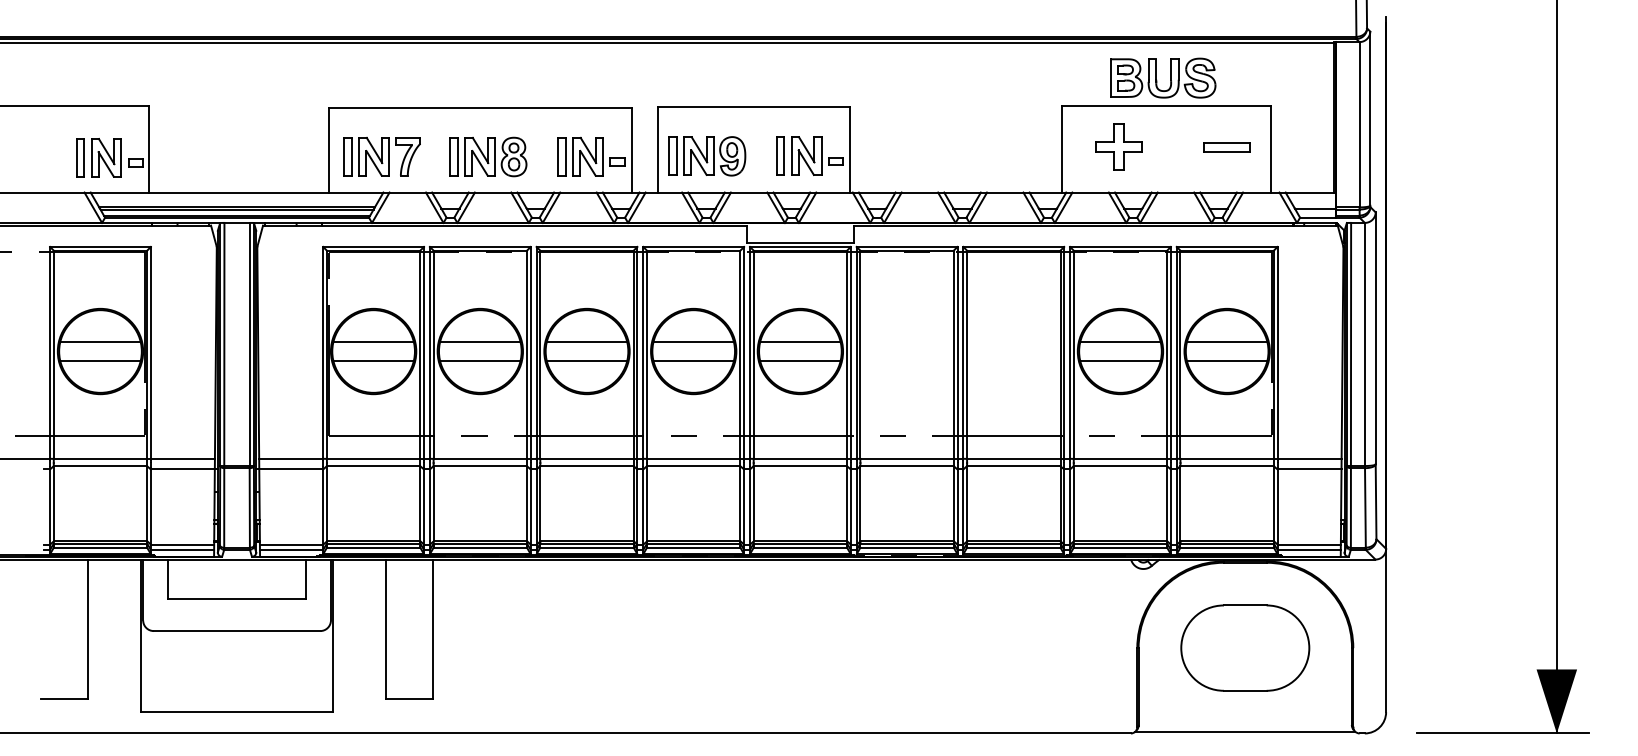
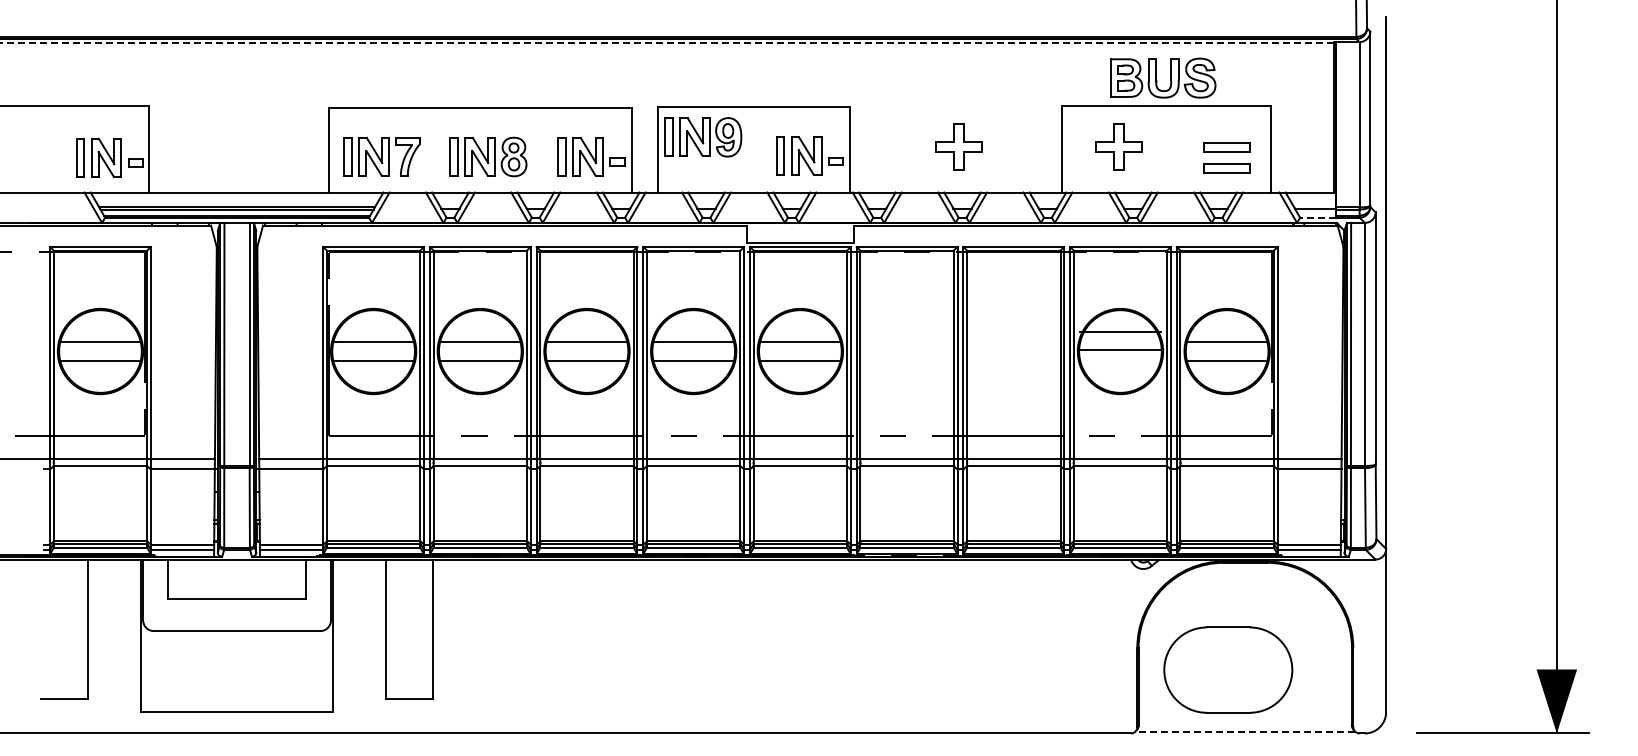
line at (666, 43): solid -> dashed
part at (958, 146): none -> present
part at (707, 156) position: (707, 156) -> (703, 137)
part at (1226, 168): none -> present
line at (1317, 217): solid -> dashed
line at (1120, 341) position: (1120, 341) -> (1120, 331)
line at (1120, 361) position: (1120, 361) -> (1120, 350)
part at (1245, 647) position: (1245, 647) -> (1228, 669)
line at (1245, 732): solid -> dashed
